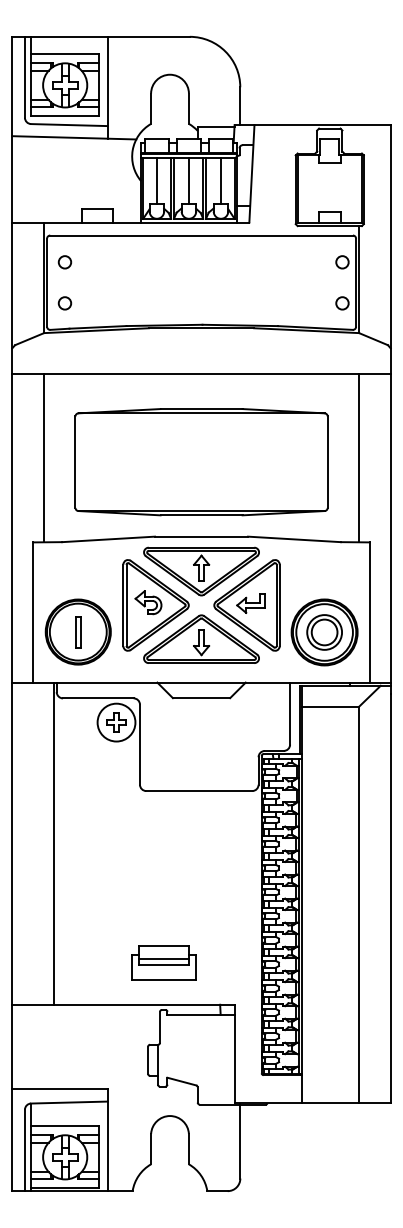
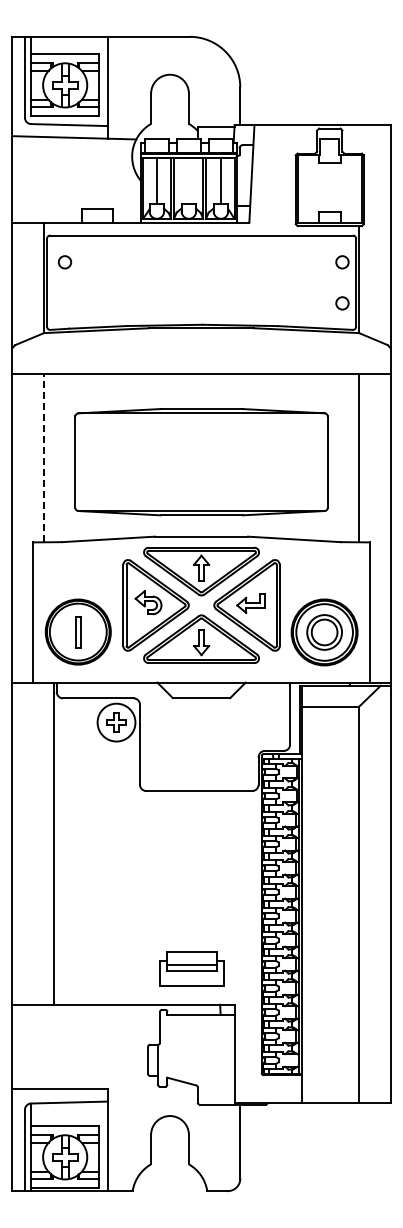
line at (188, 180): present -> none
circle at (64, 303): present -> none
line at (43, 457): solid -> dashed
part at (163, 962) position: (163, 962) -> (191, 968)
